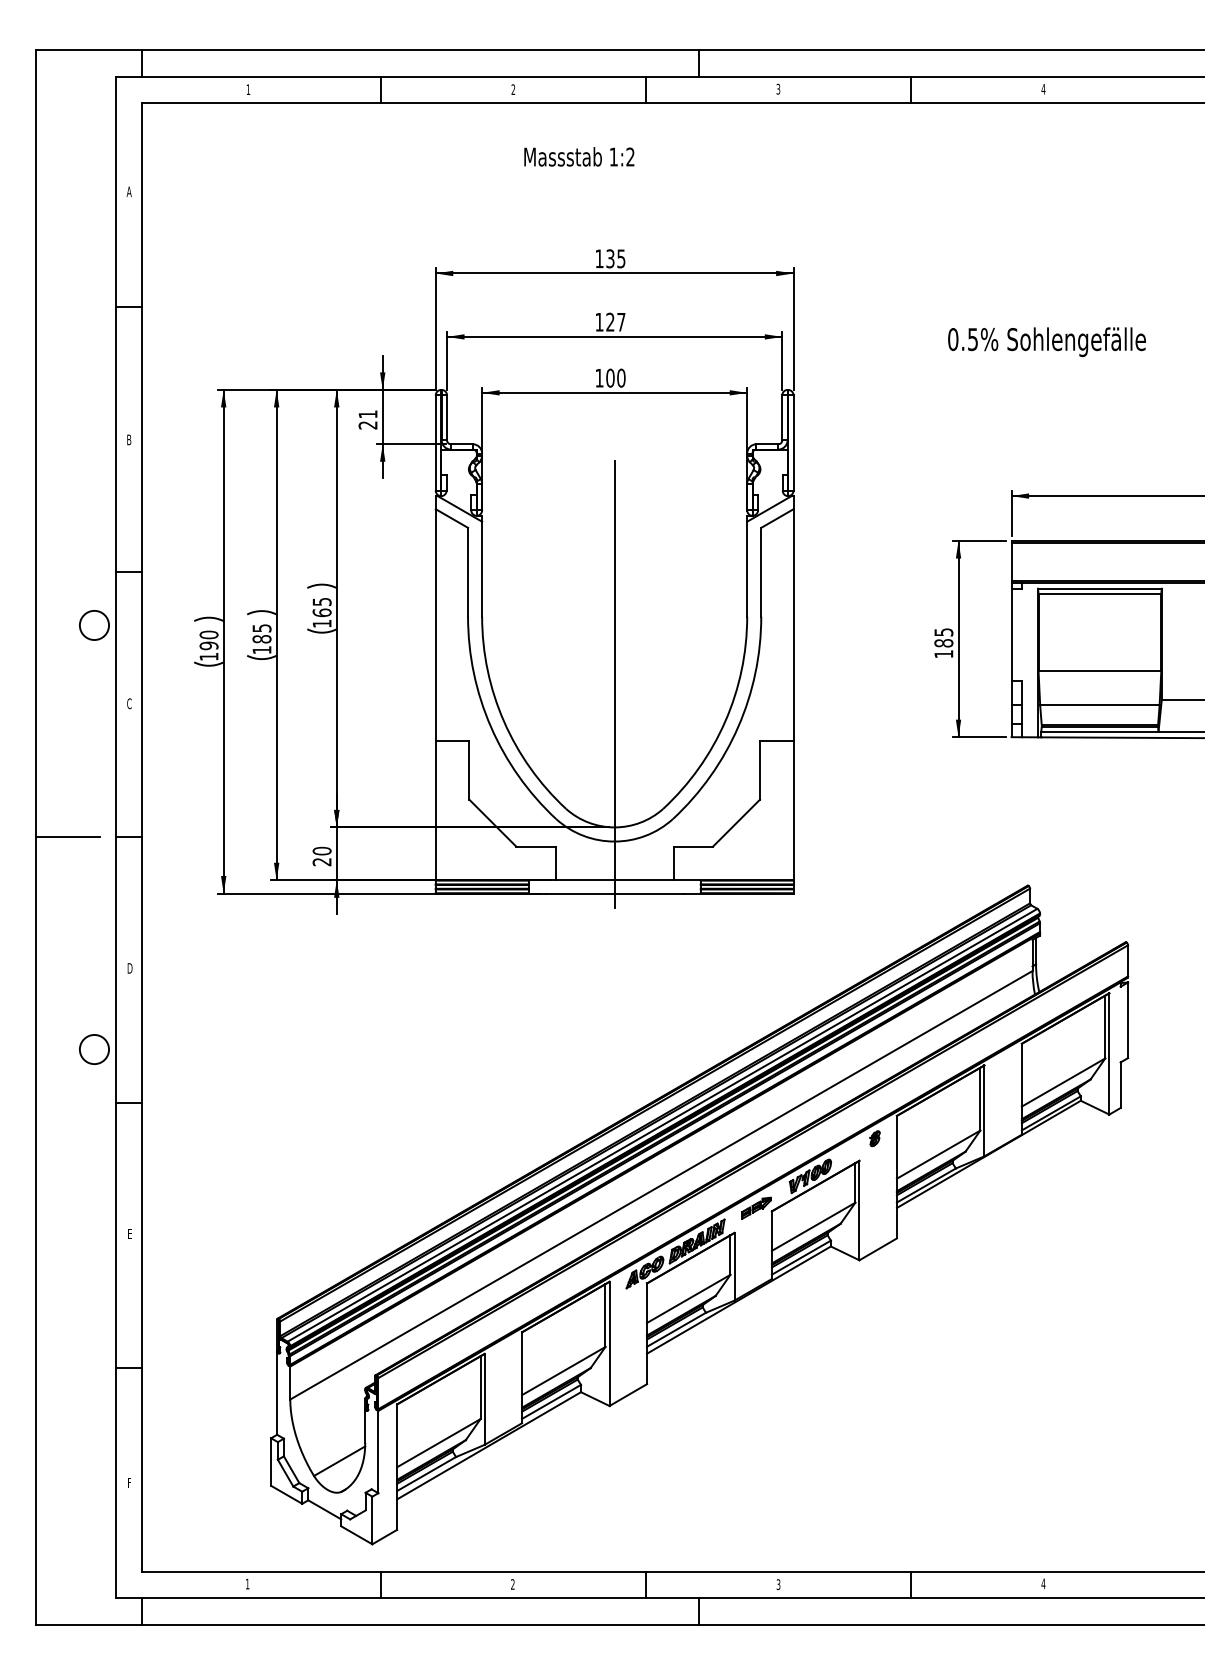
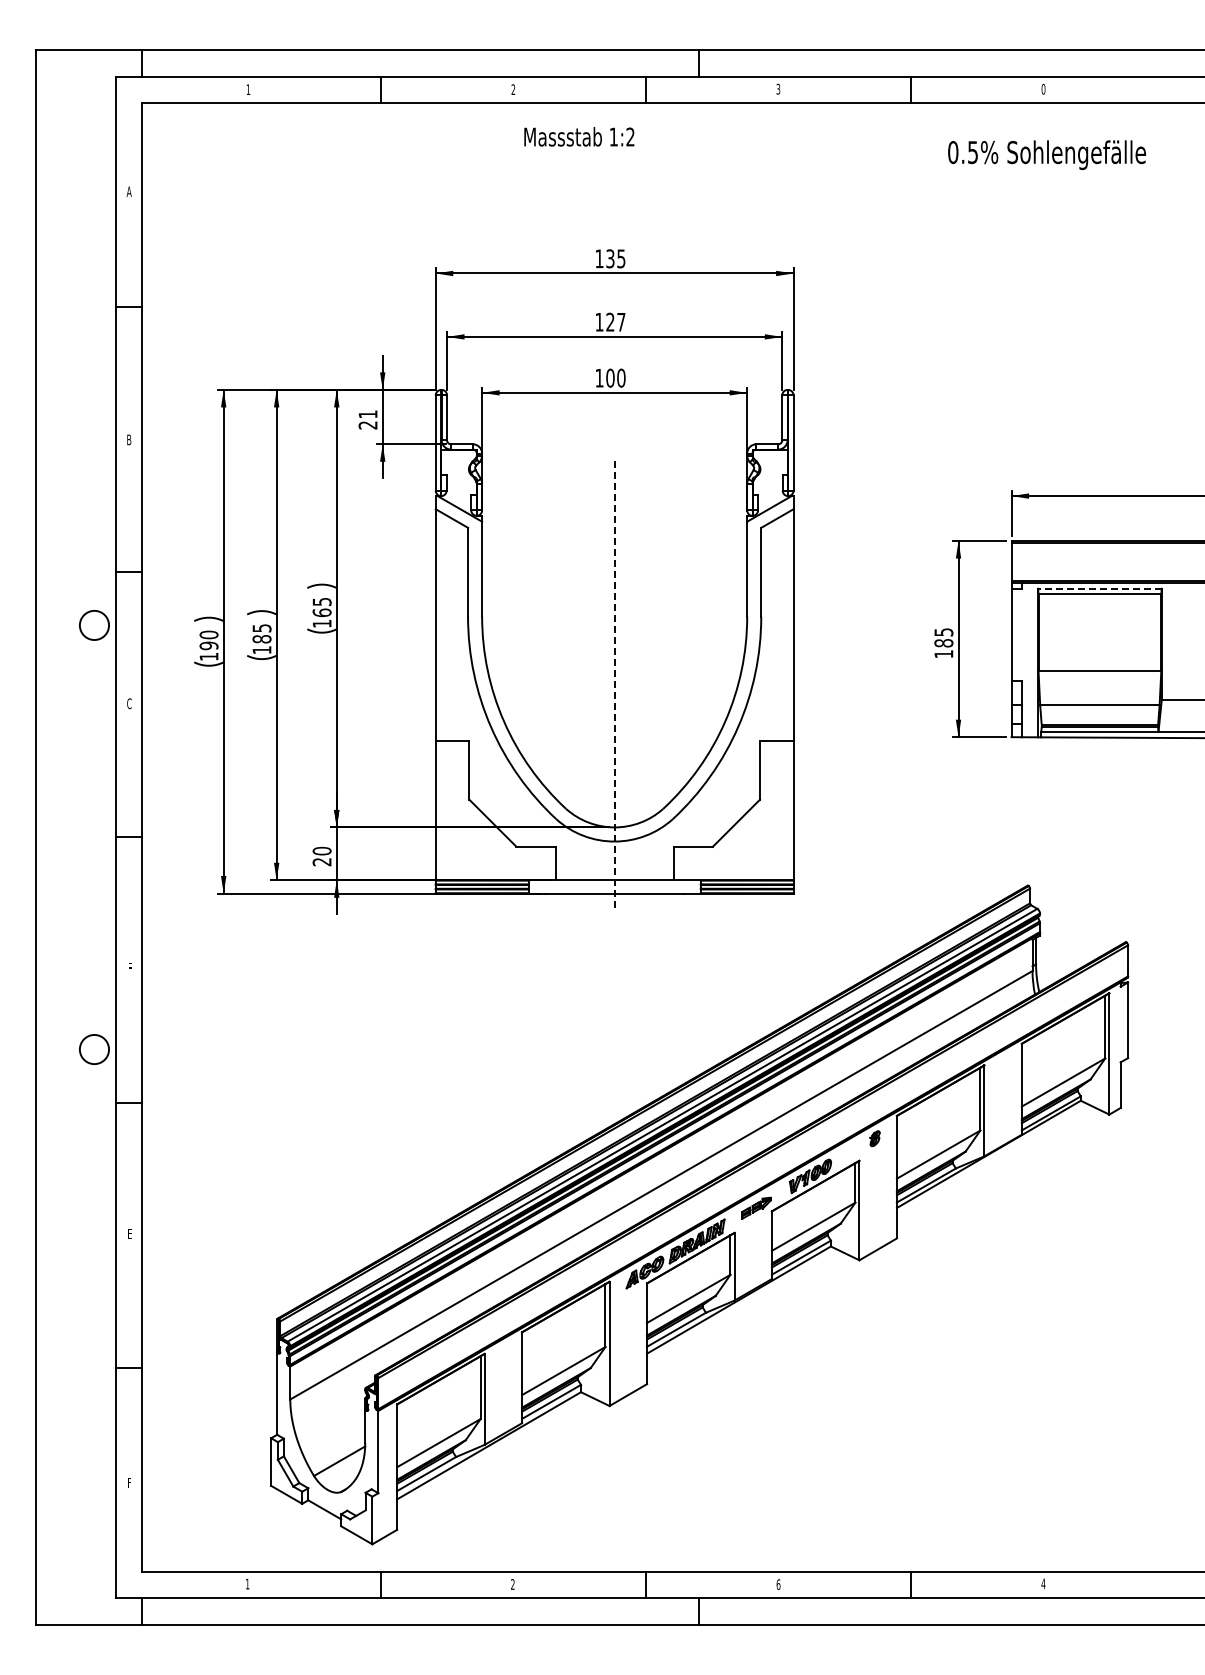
text at (1043, 88): 4 -> 0
text at (579, 156) position: (579, 156) -> (579, 136)
text at (1046, 342) position: (1046, 342) -> (1046, 155)
line at (1099, 588): solid -> dashed
line at (614, 684): solid -> dashed
line at (67, 837): present -> none
text at (129, 968): D -> F
text at (778, 1584): 3 -> 6
